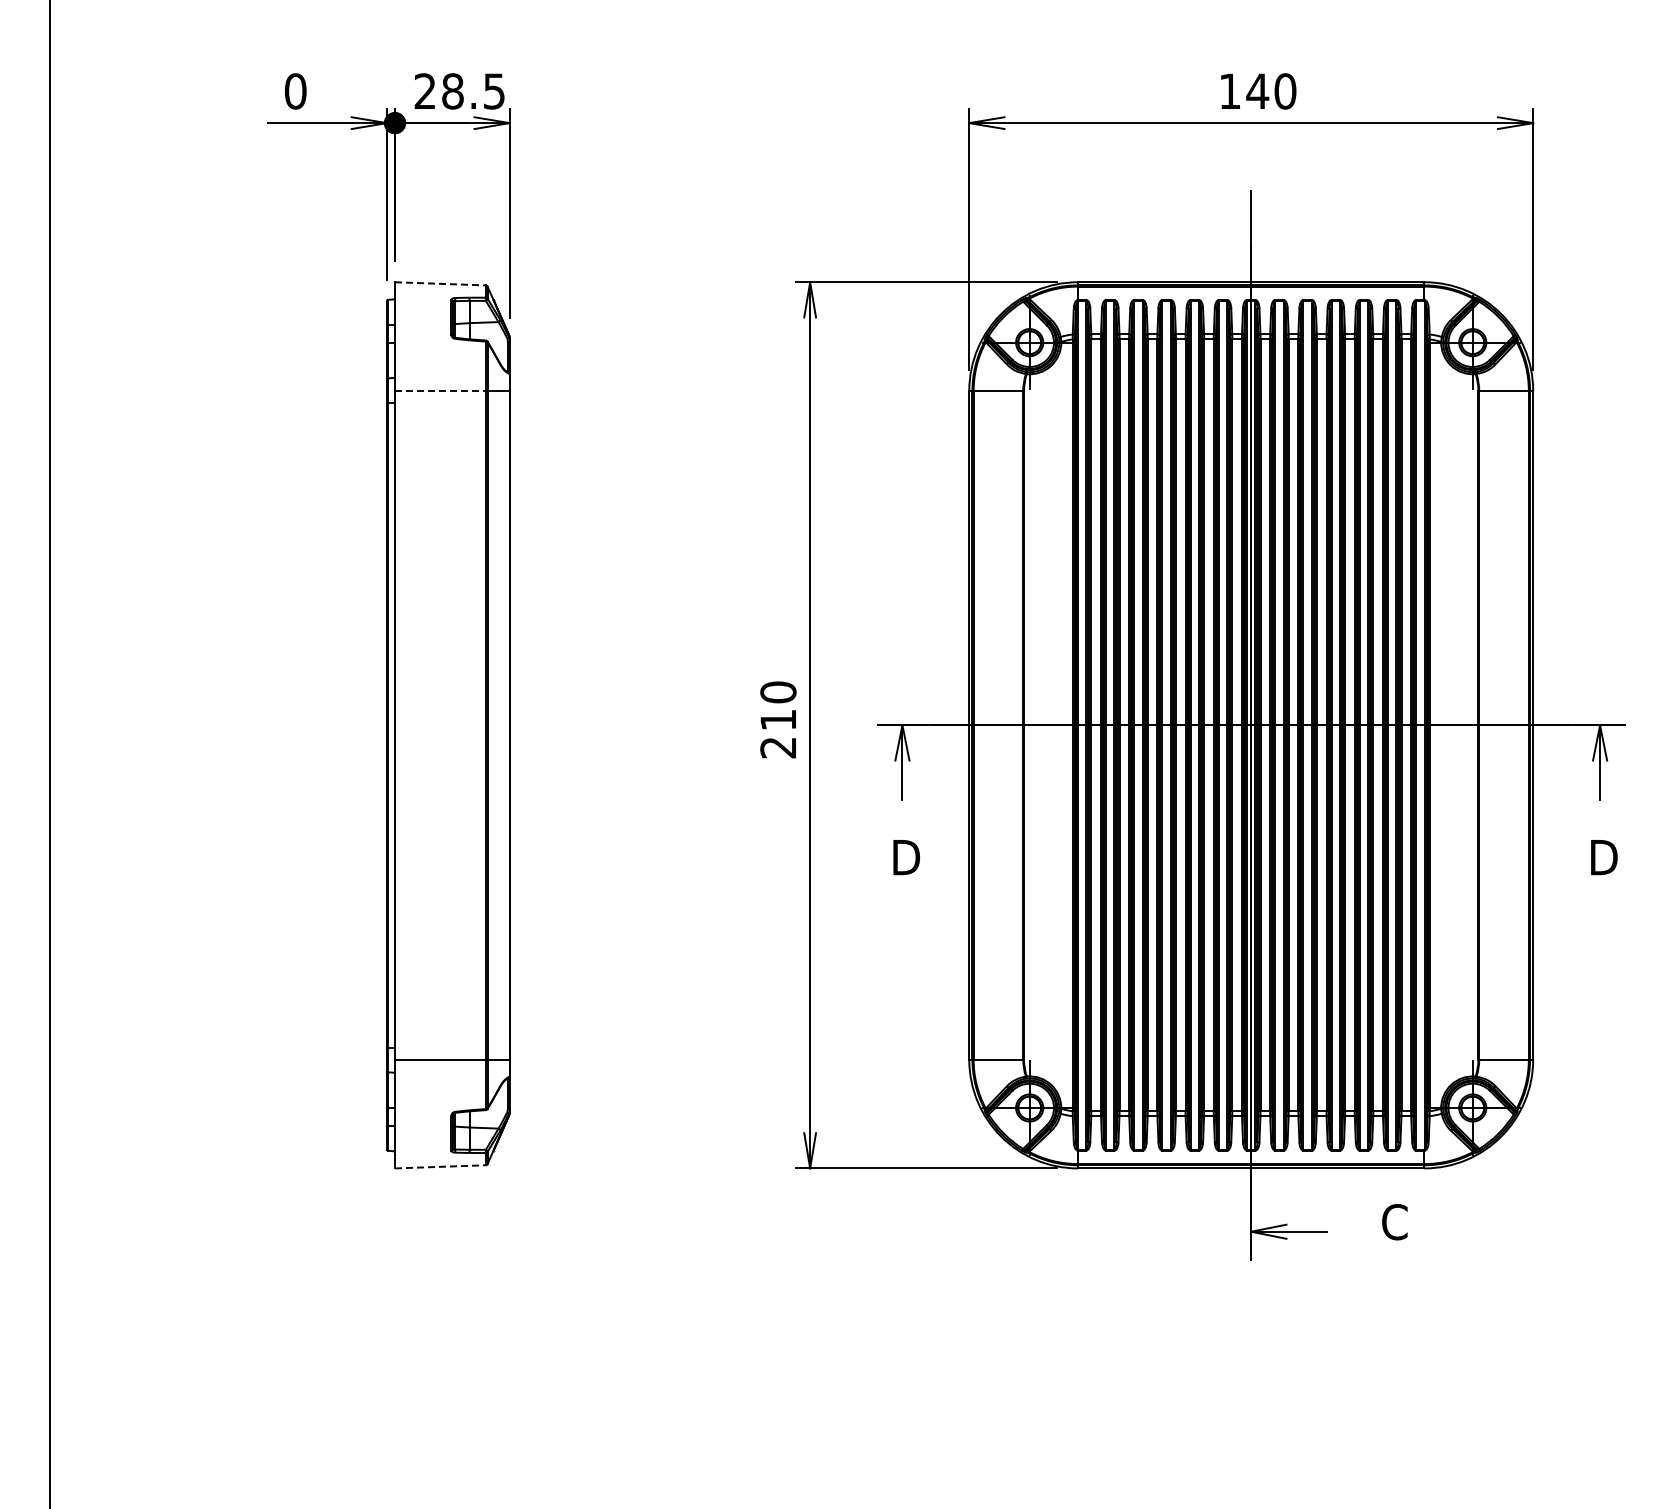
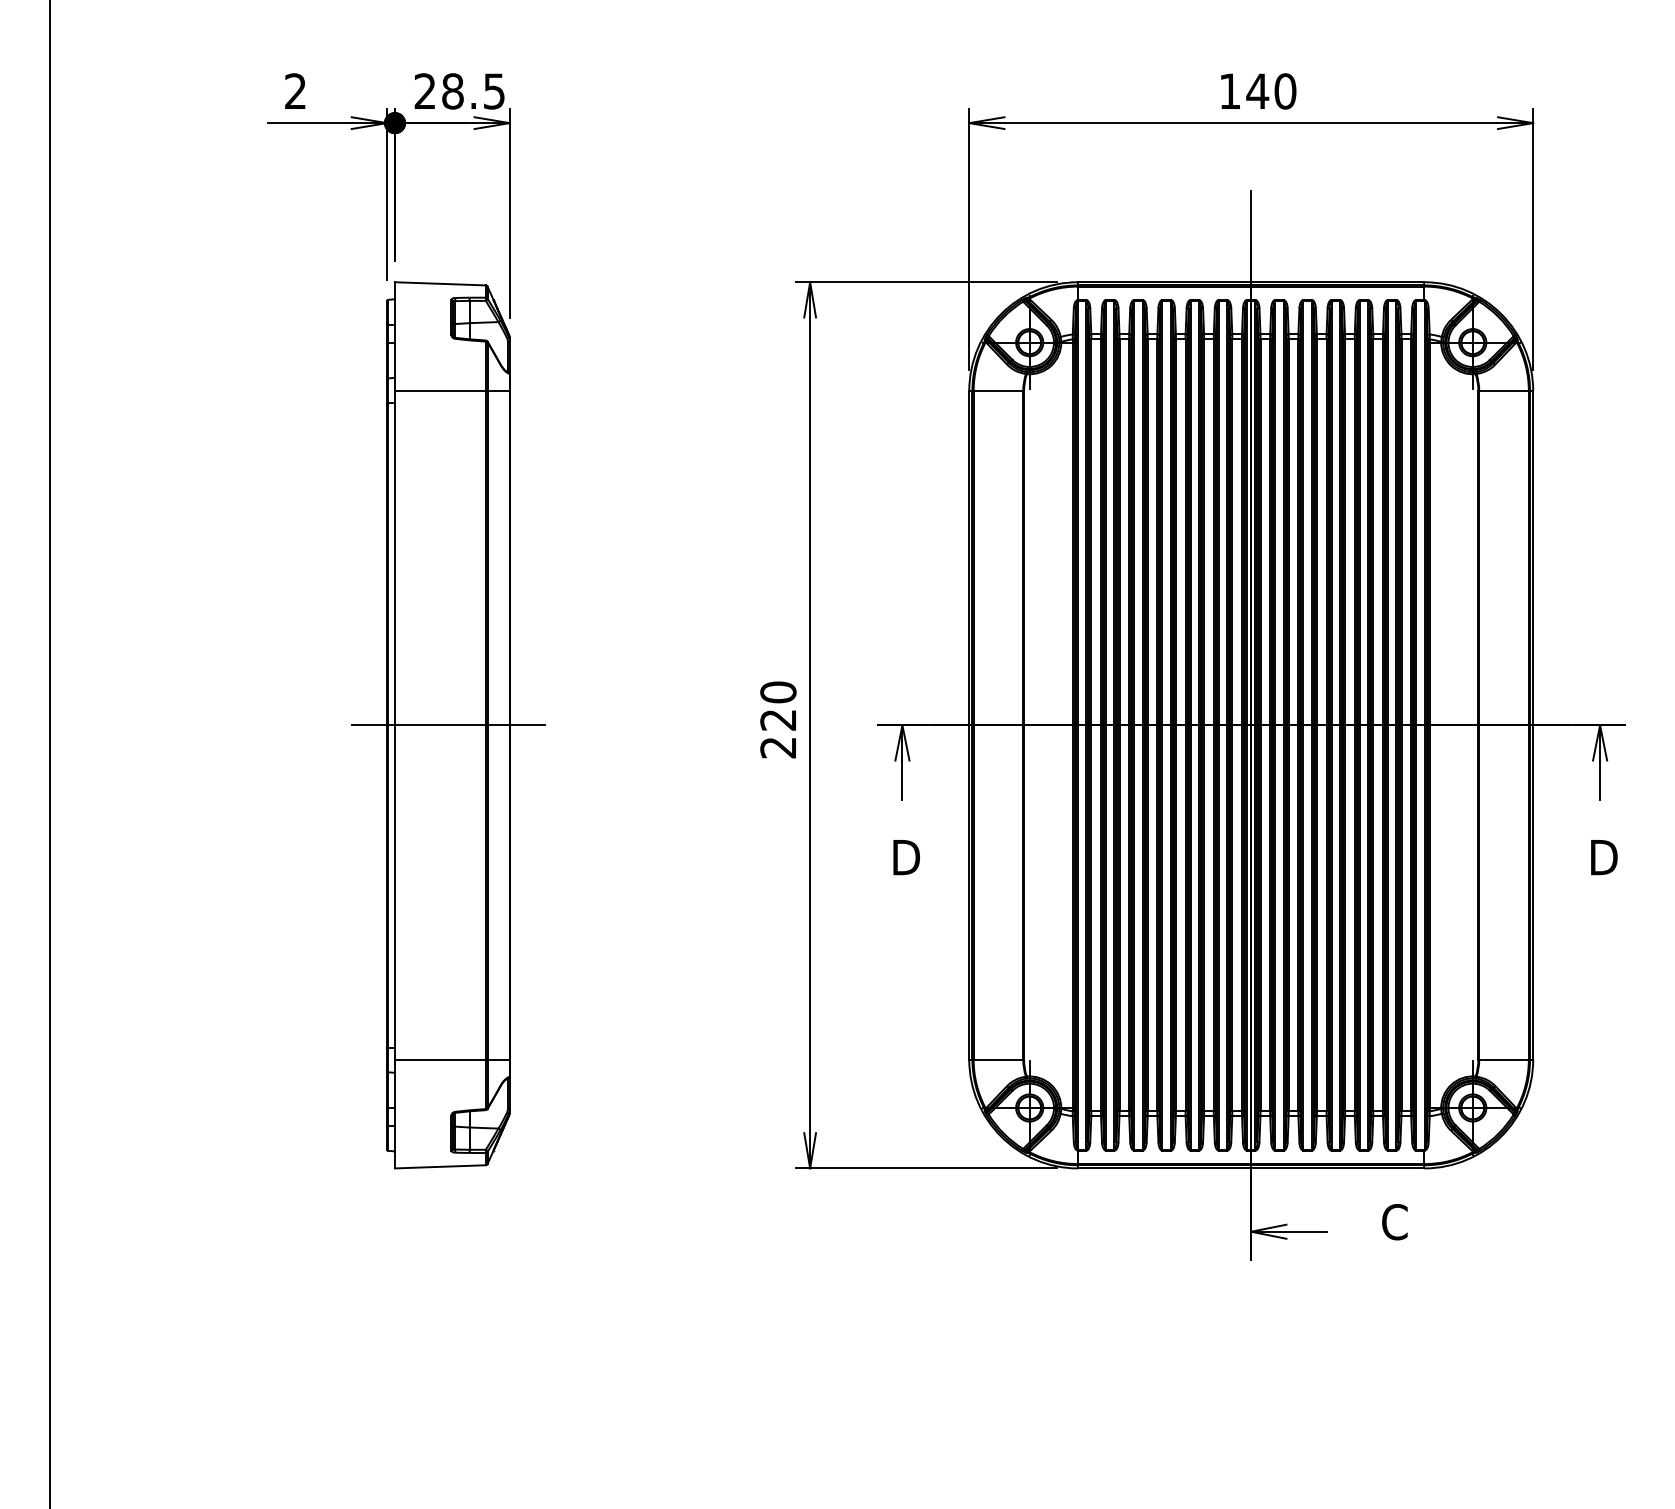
text at (295, 91): 0 -> 2
line at (440, 283): dashed -> solid
line at (440, 391): dashed -> solid
text at (777, 720): 210 -> 220
line at (448, 725): none -> present
line at (440, 1166): dashed -> solid
